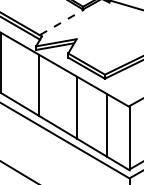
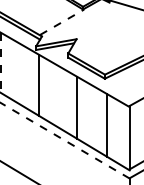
line at (0, 63): solid -> dashed
line at (65, 140): solid -> dashed
